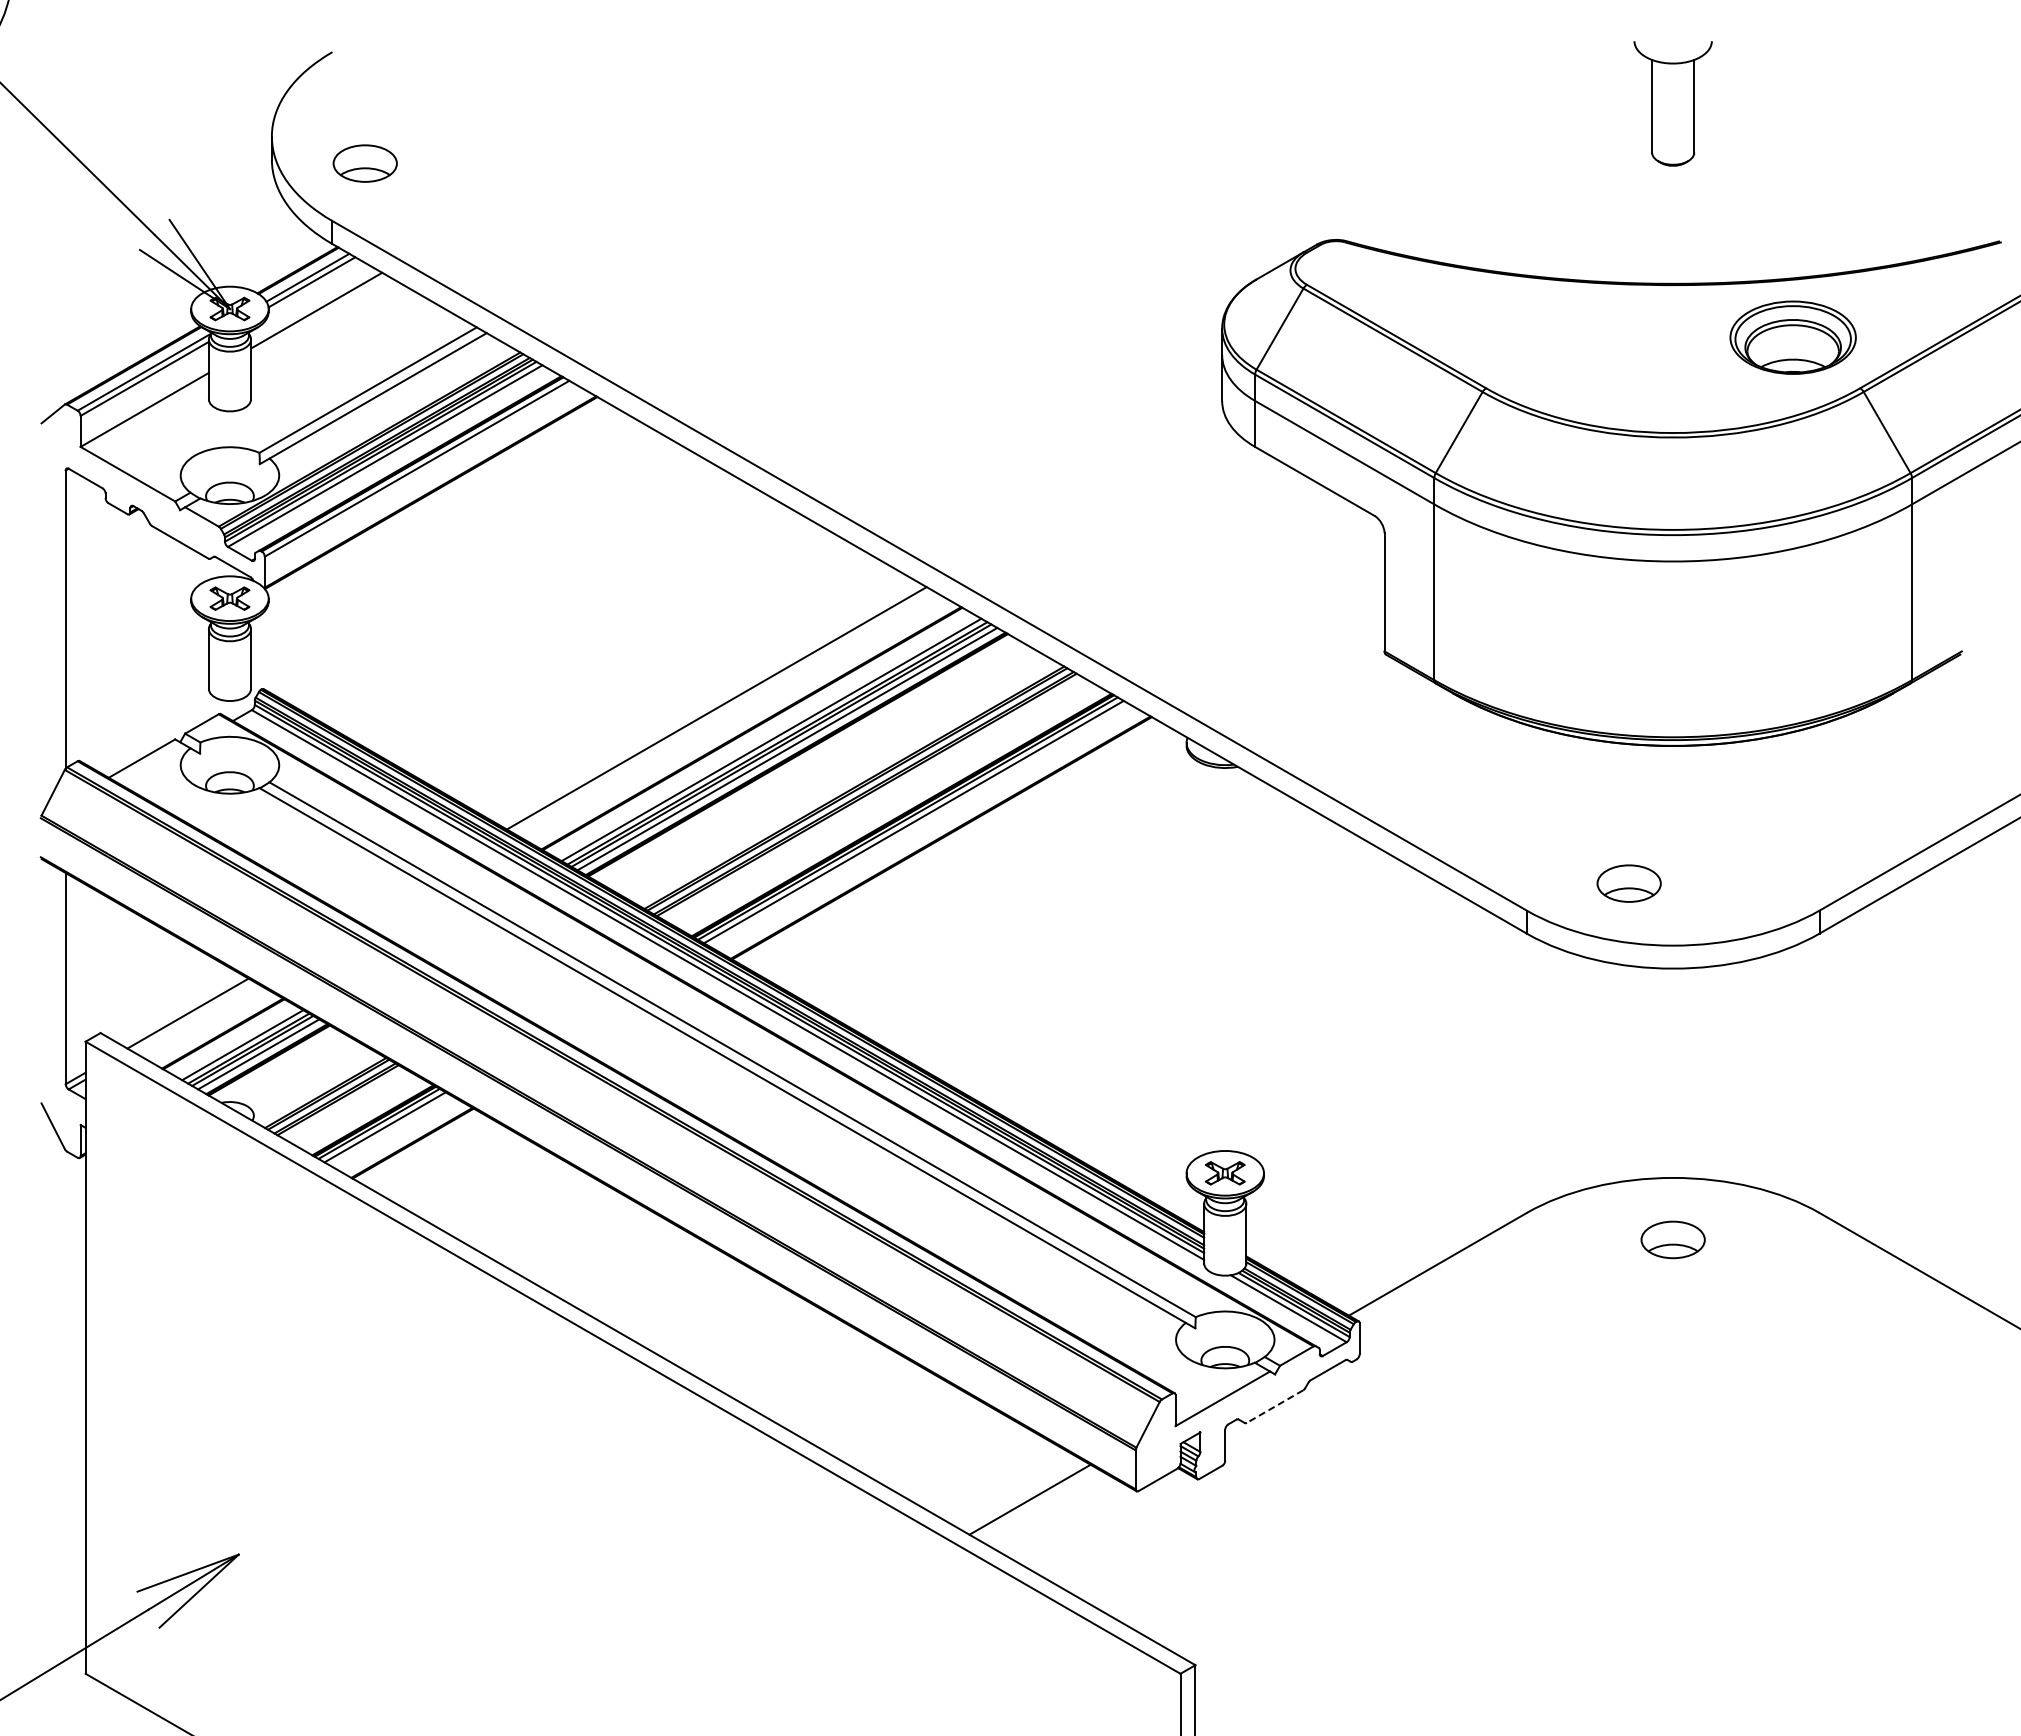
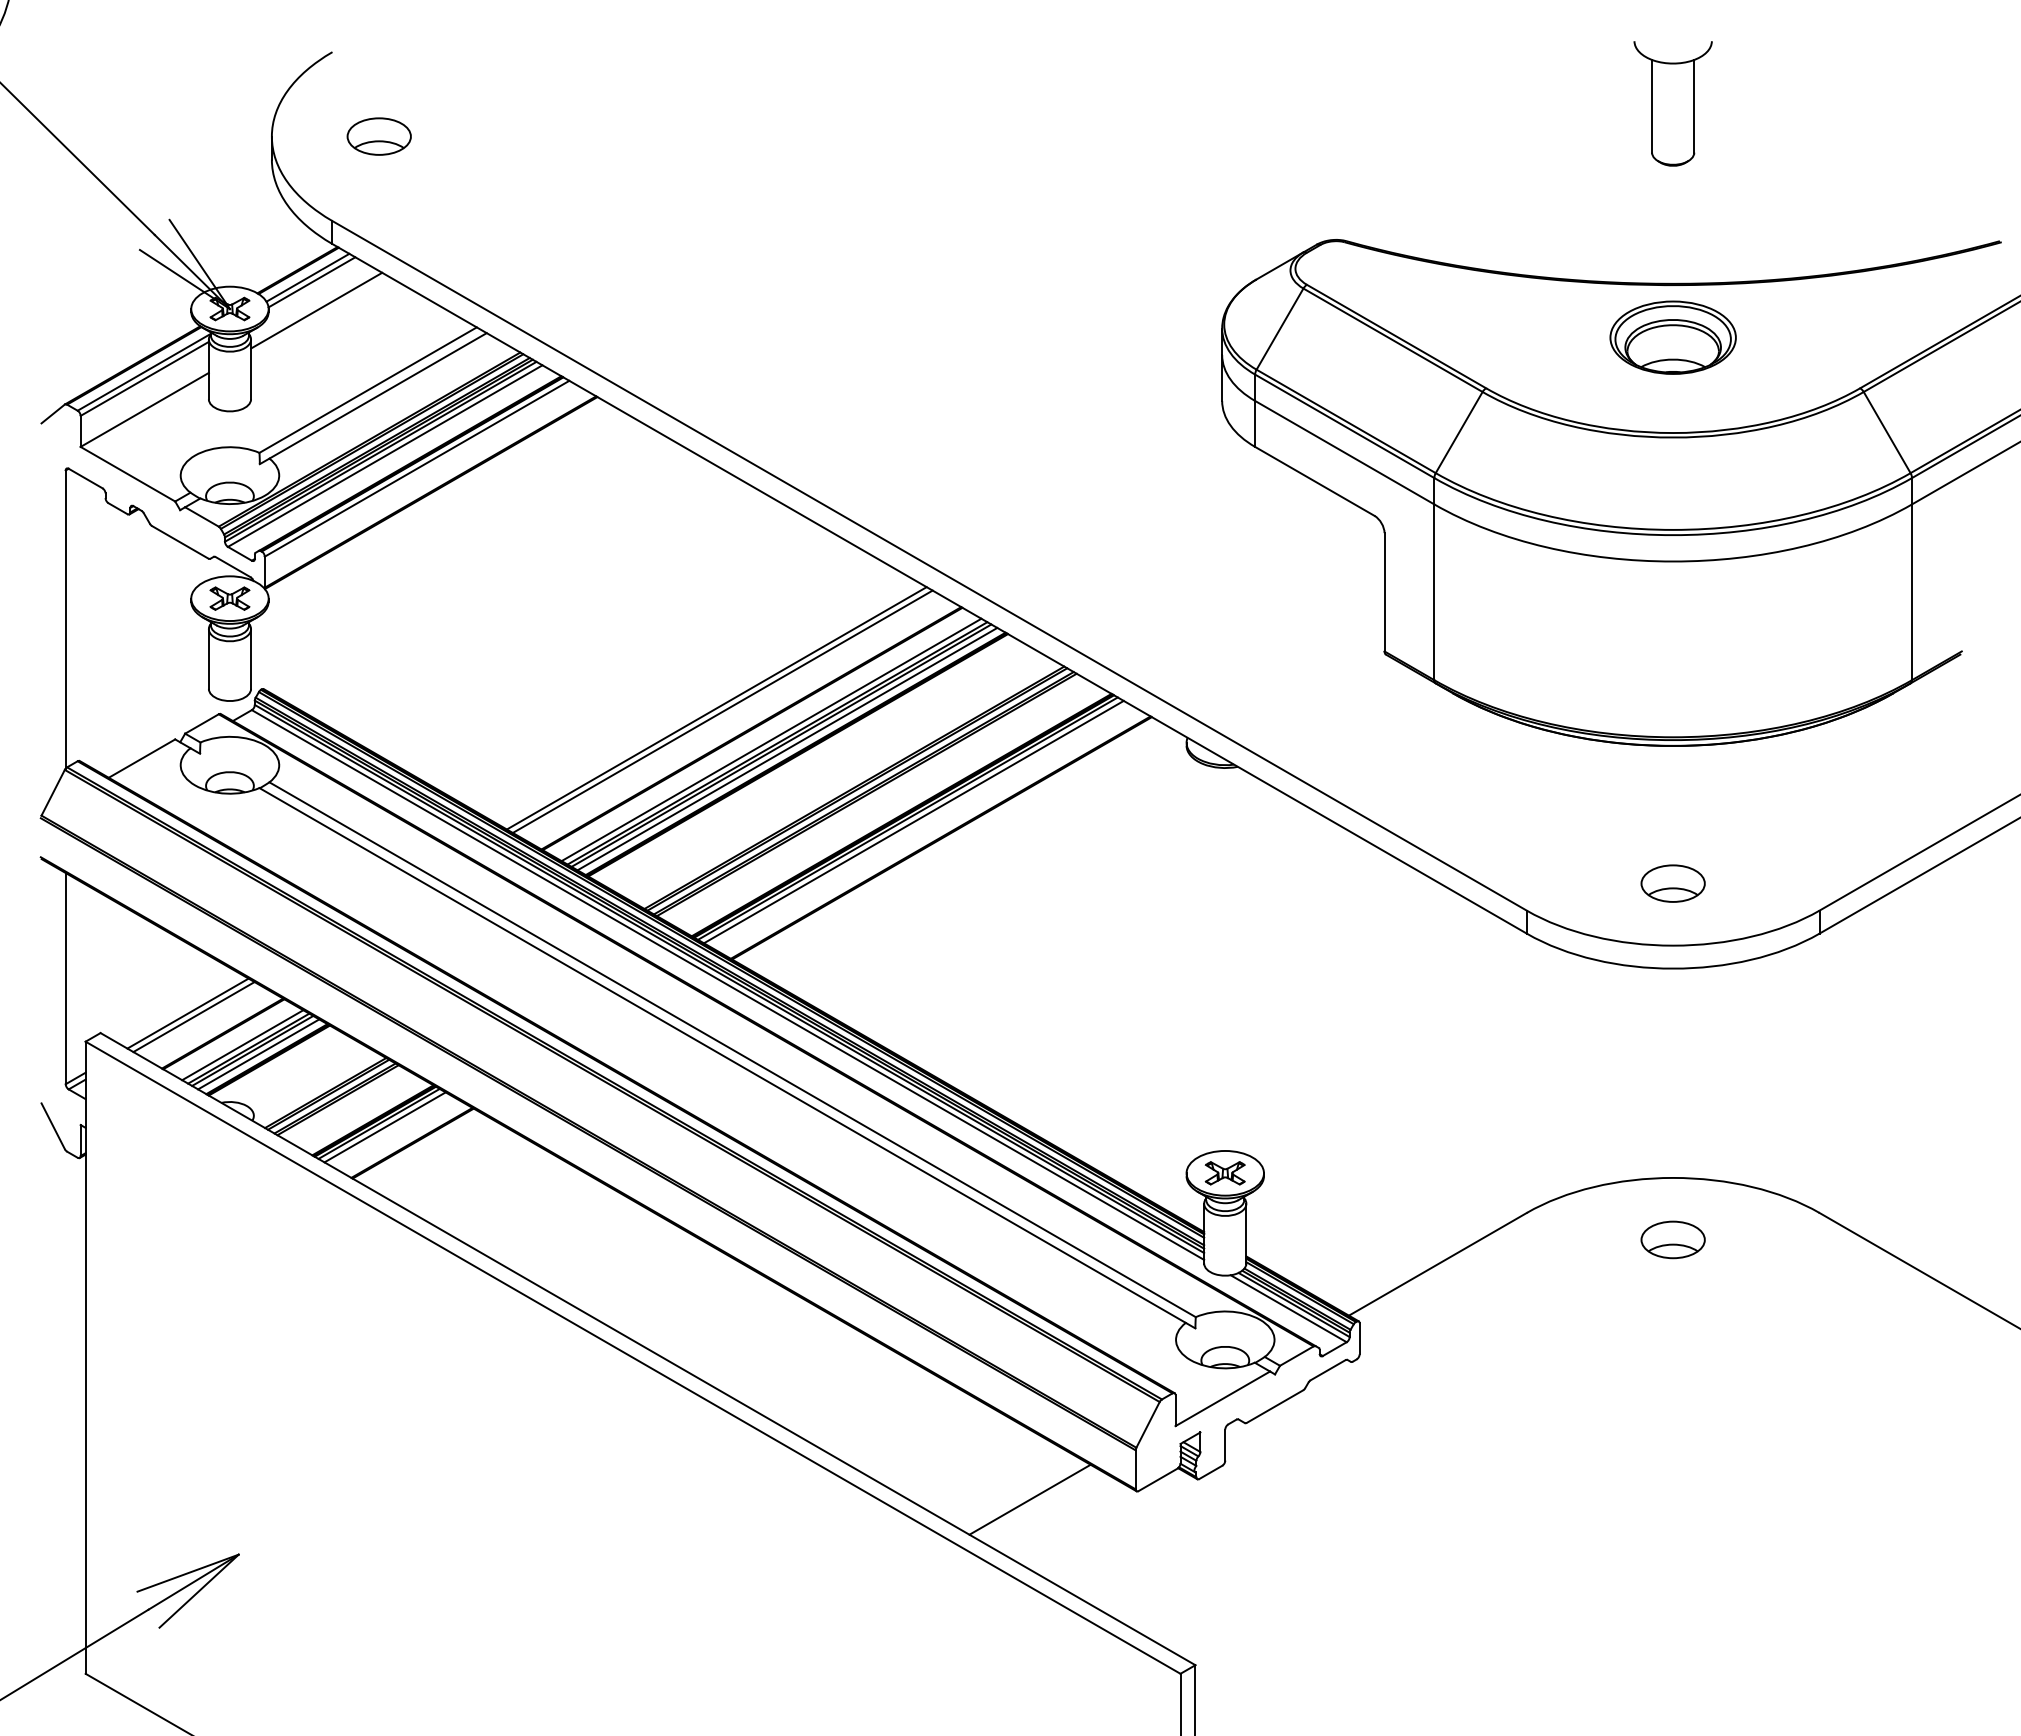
part at (364, 163) position: (364, 163) -> (378, 136)
part at (1792, 337) position: (1792, 337) -> (1672, 337)
line at (722, 711): none -> present
part at (1628, 883) position: (1628, 883) -> (1672, 883)
line at (193, 1017): none -> present
line at (1274, 1406): dashed -> solid
